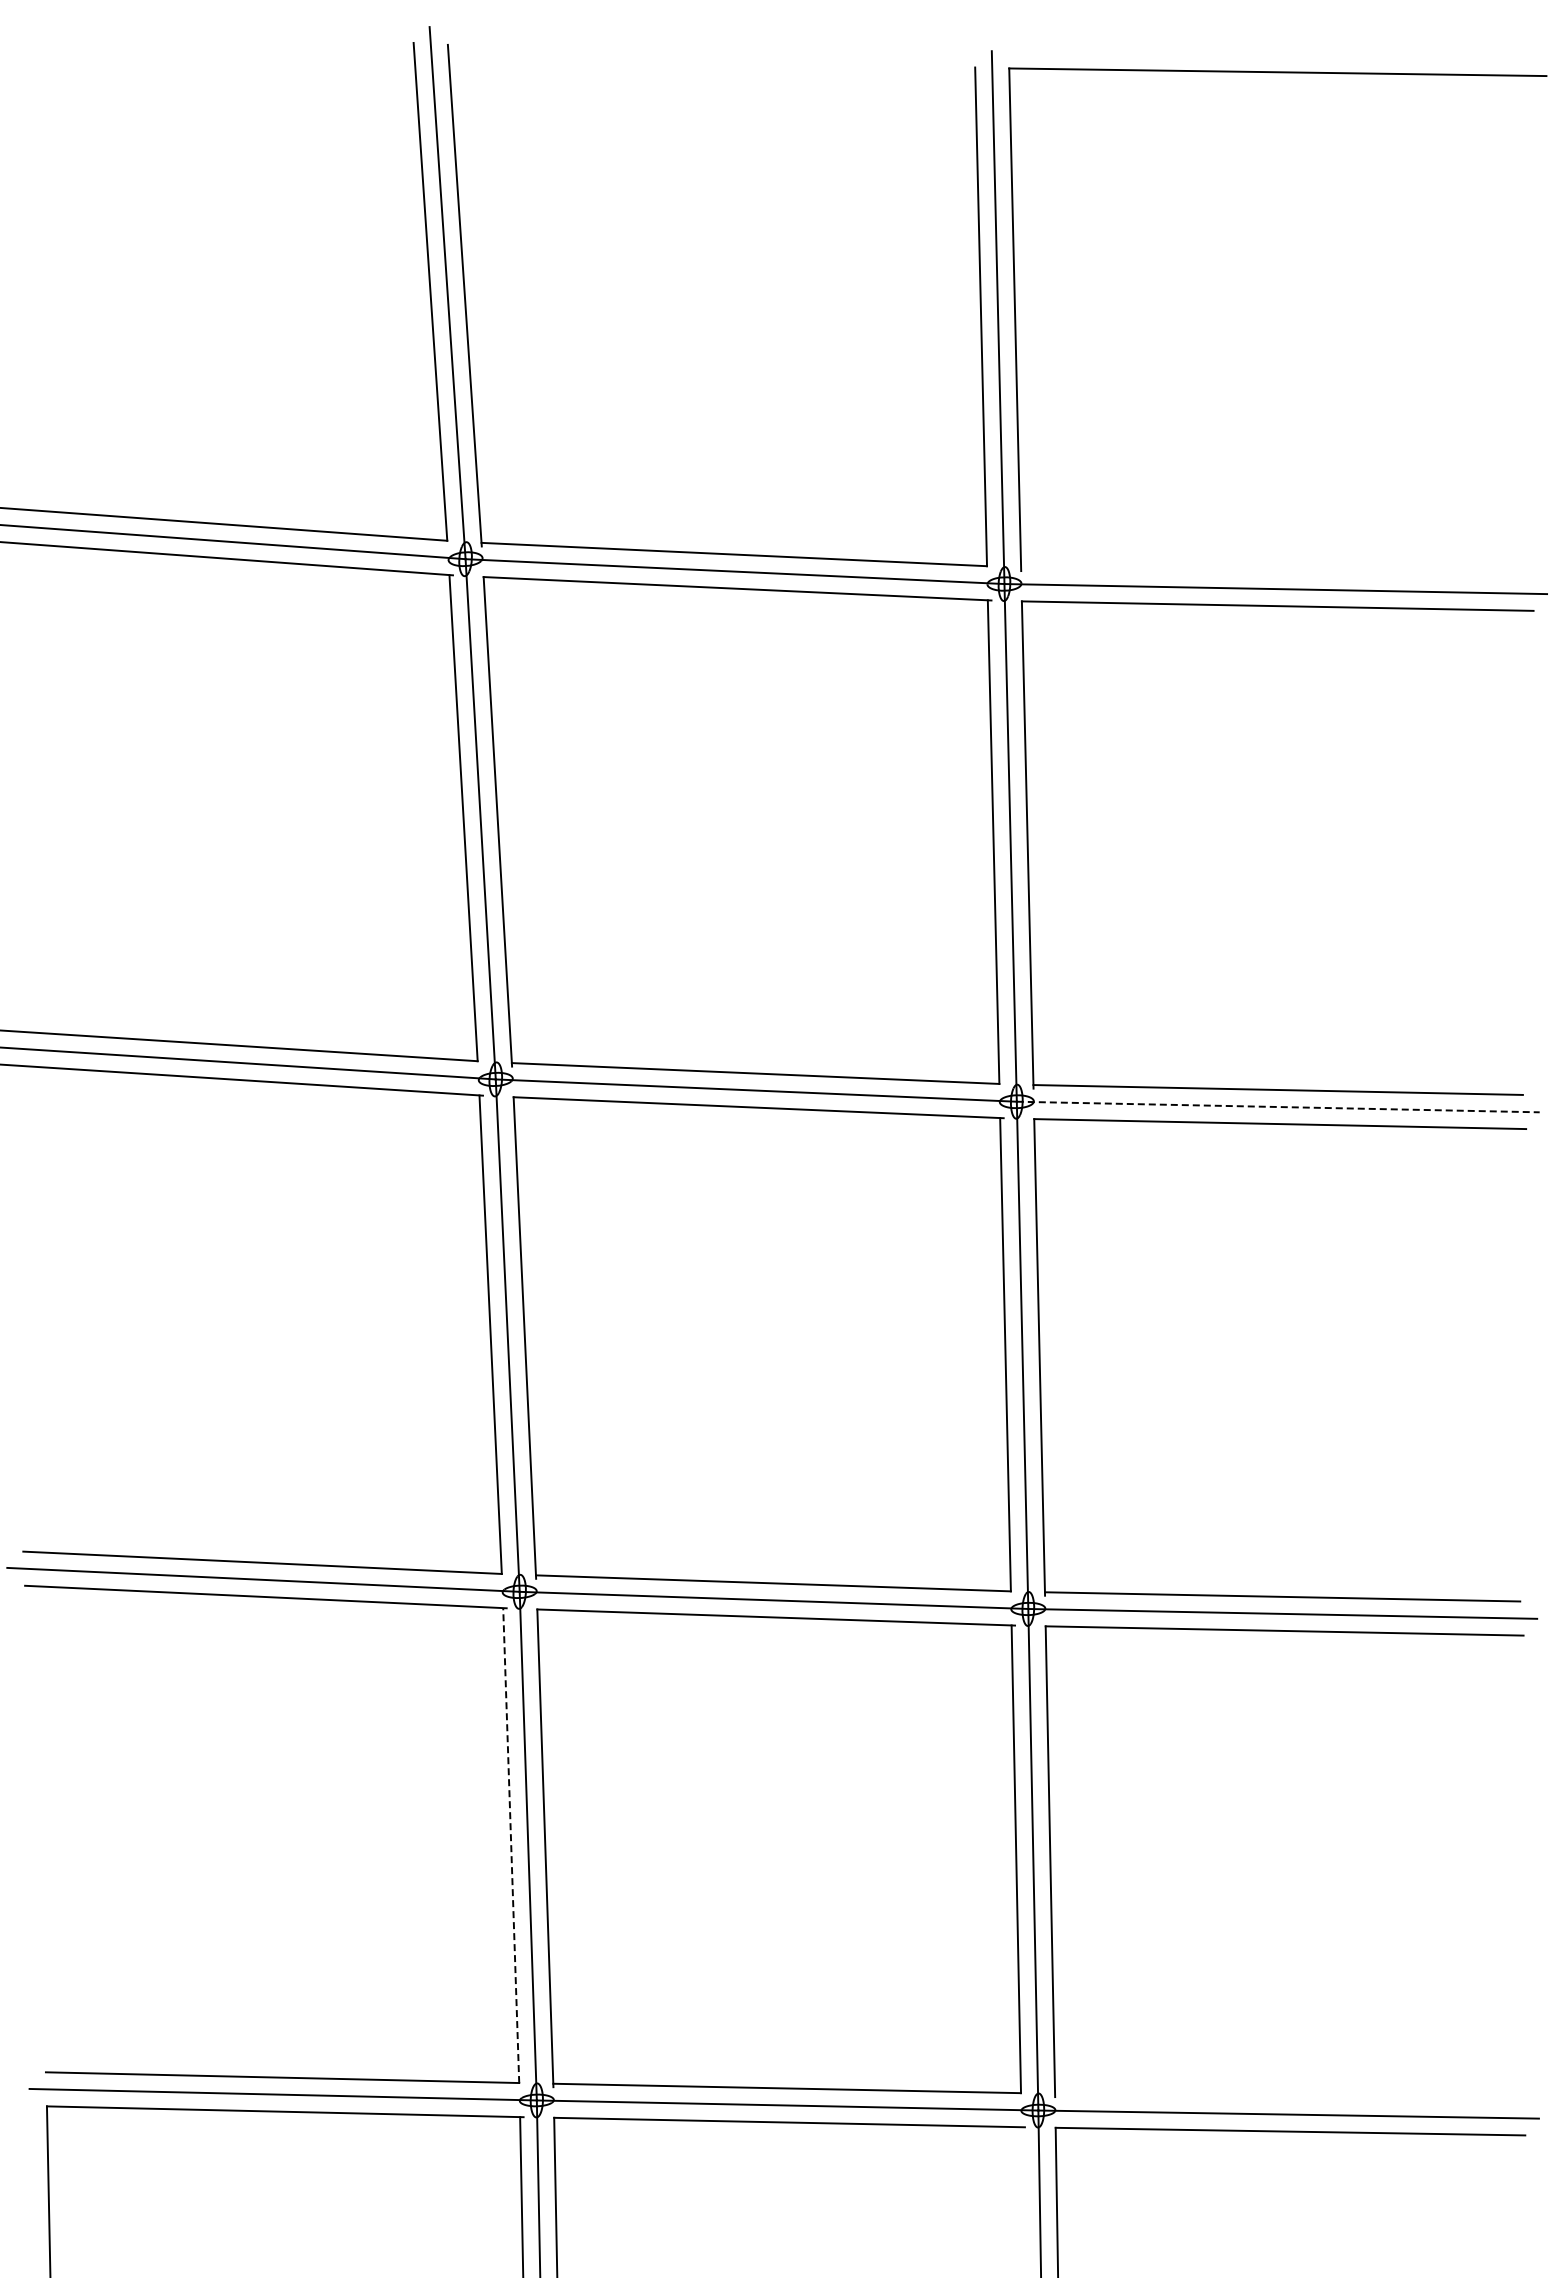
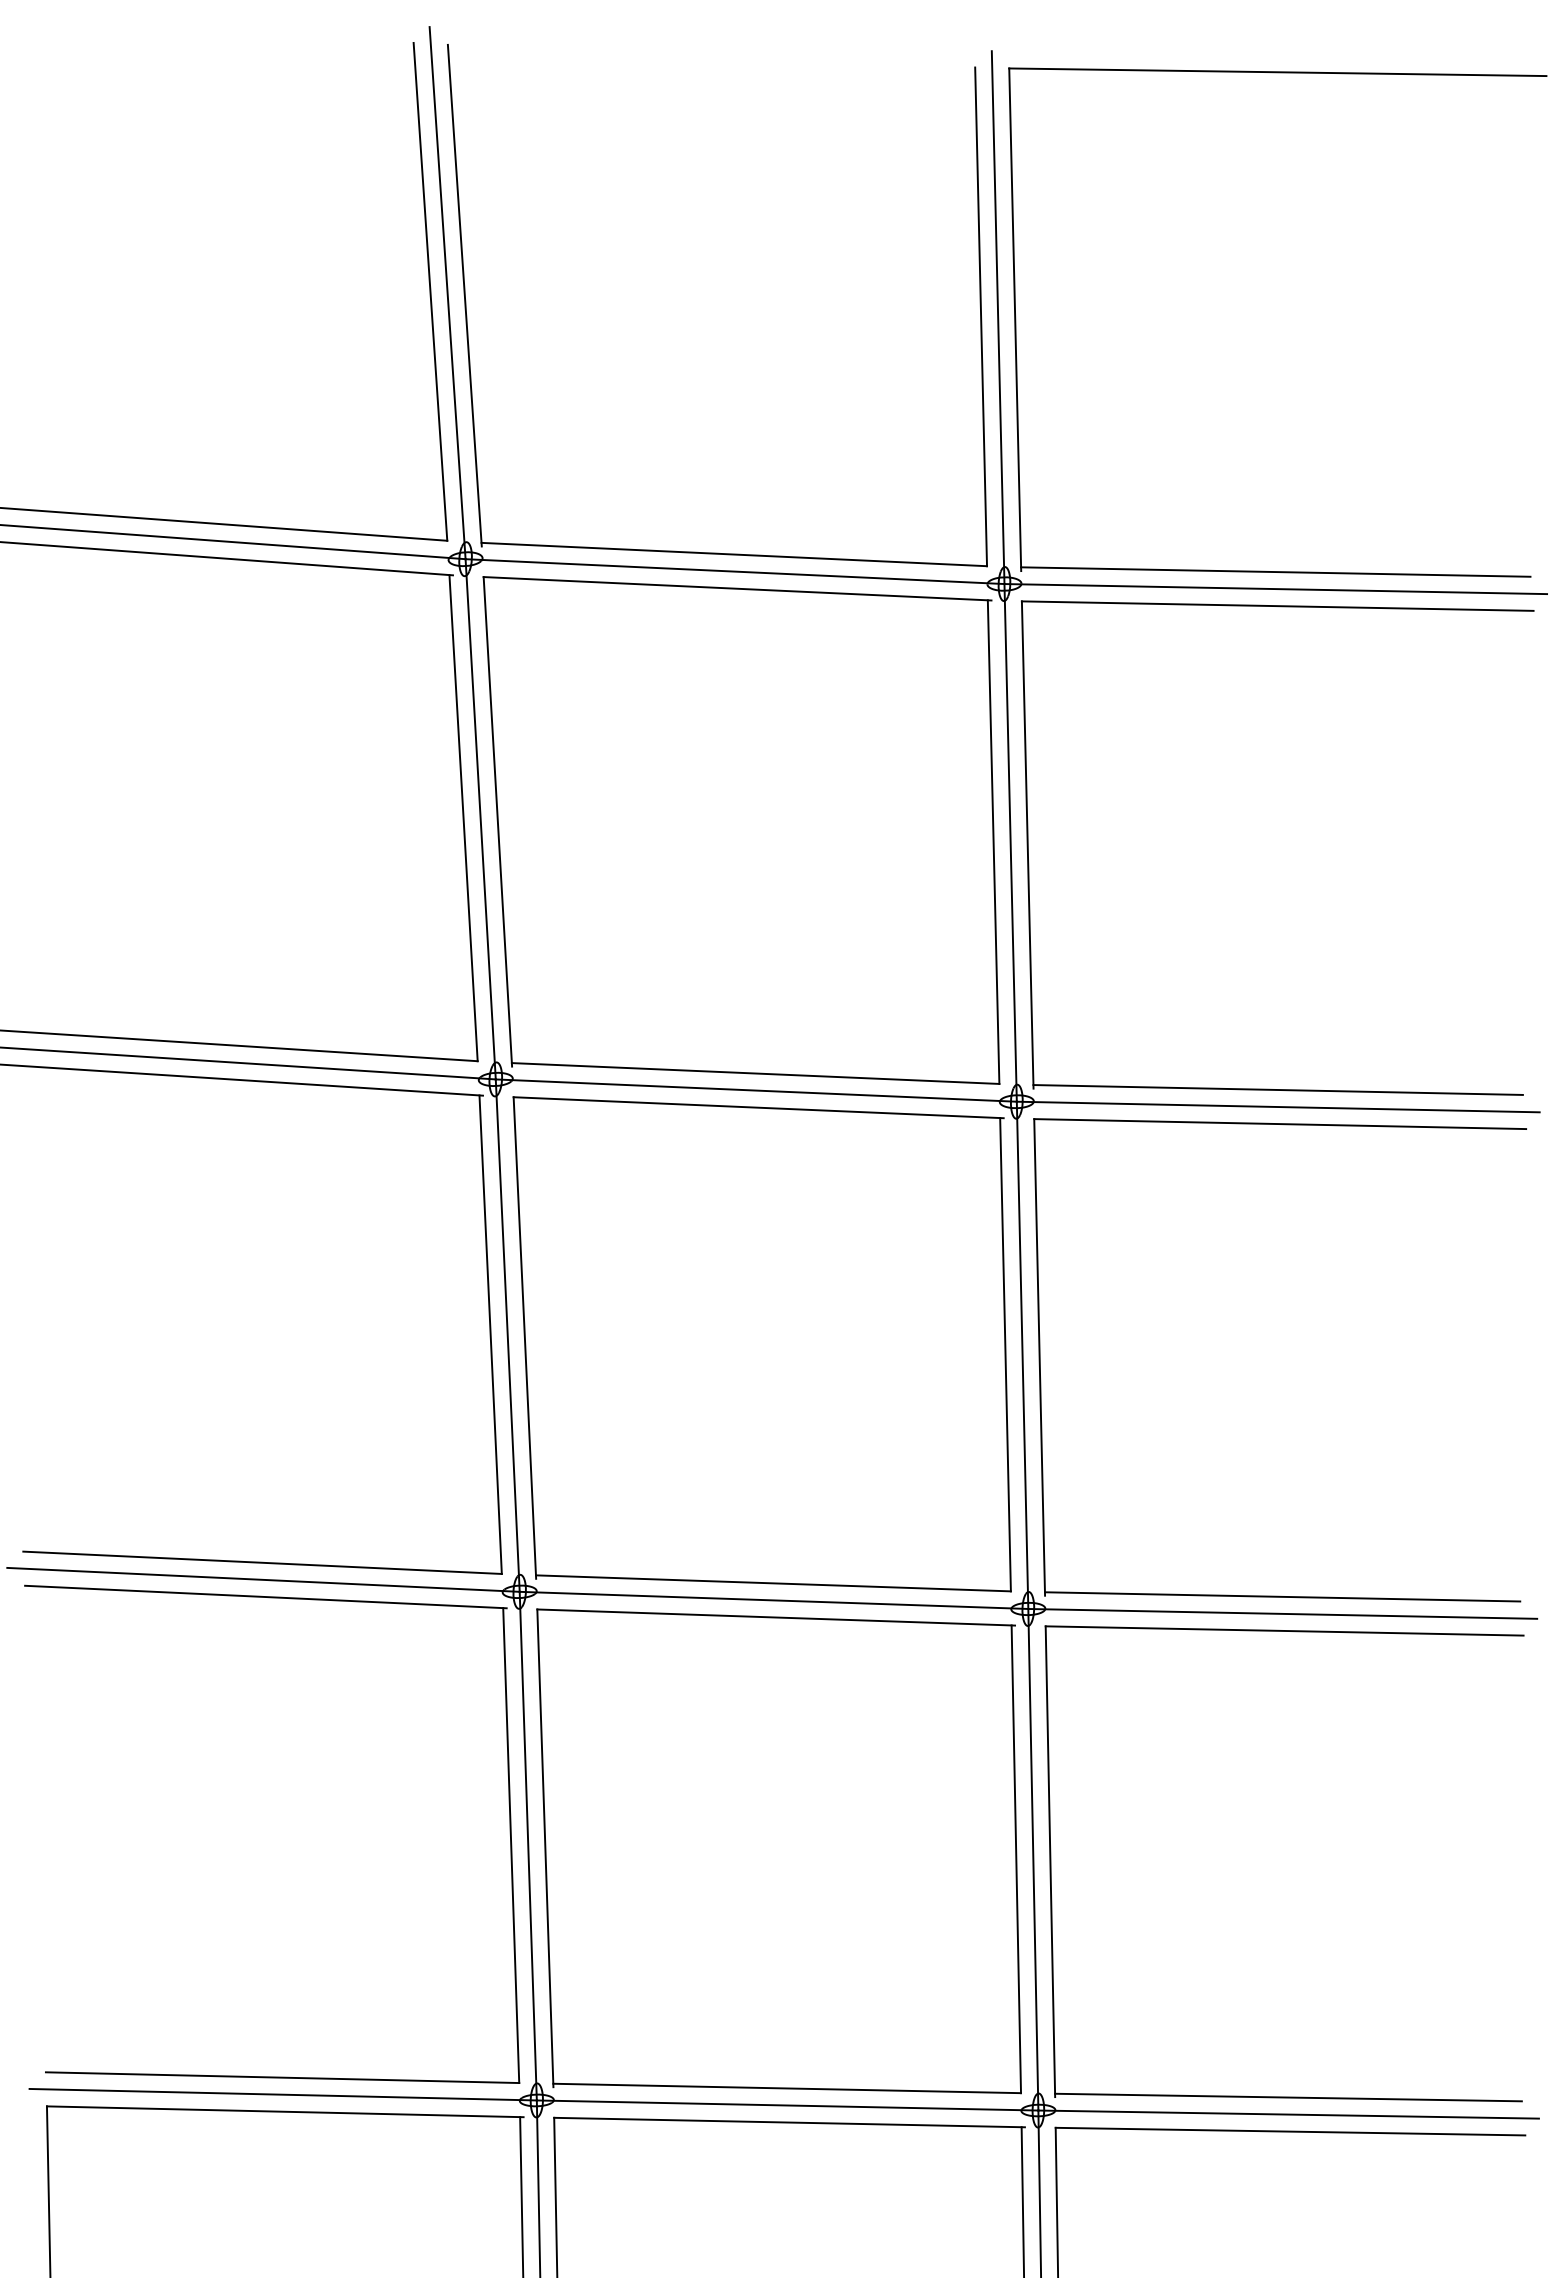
line at (1275, 571): none -> present
line at (1278, 1107): dashed -> solid
line at (511, 1845): dashed -> solid
line at (1288, 2097): none -> present
line at (1022, 2200): none -> present
